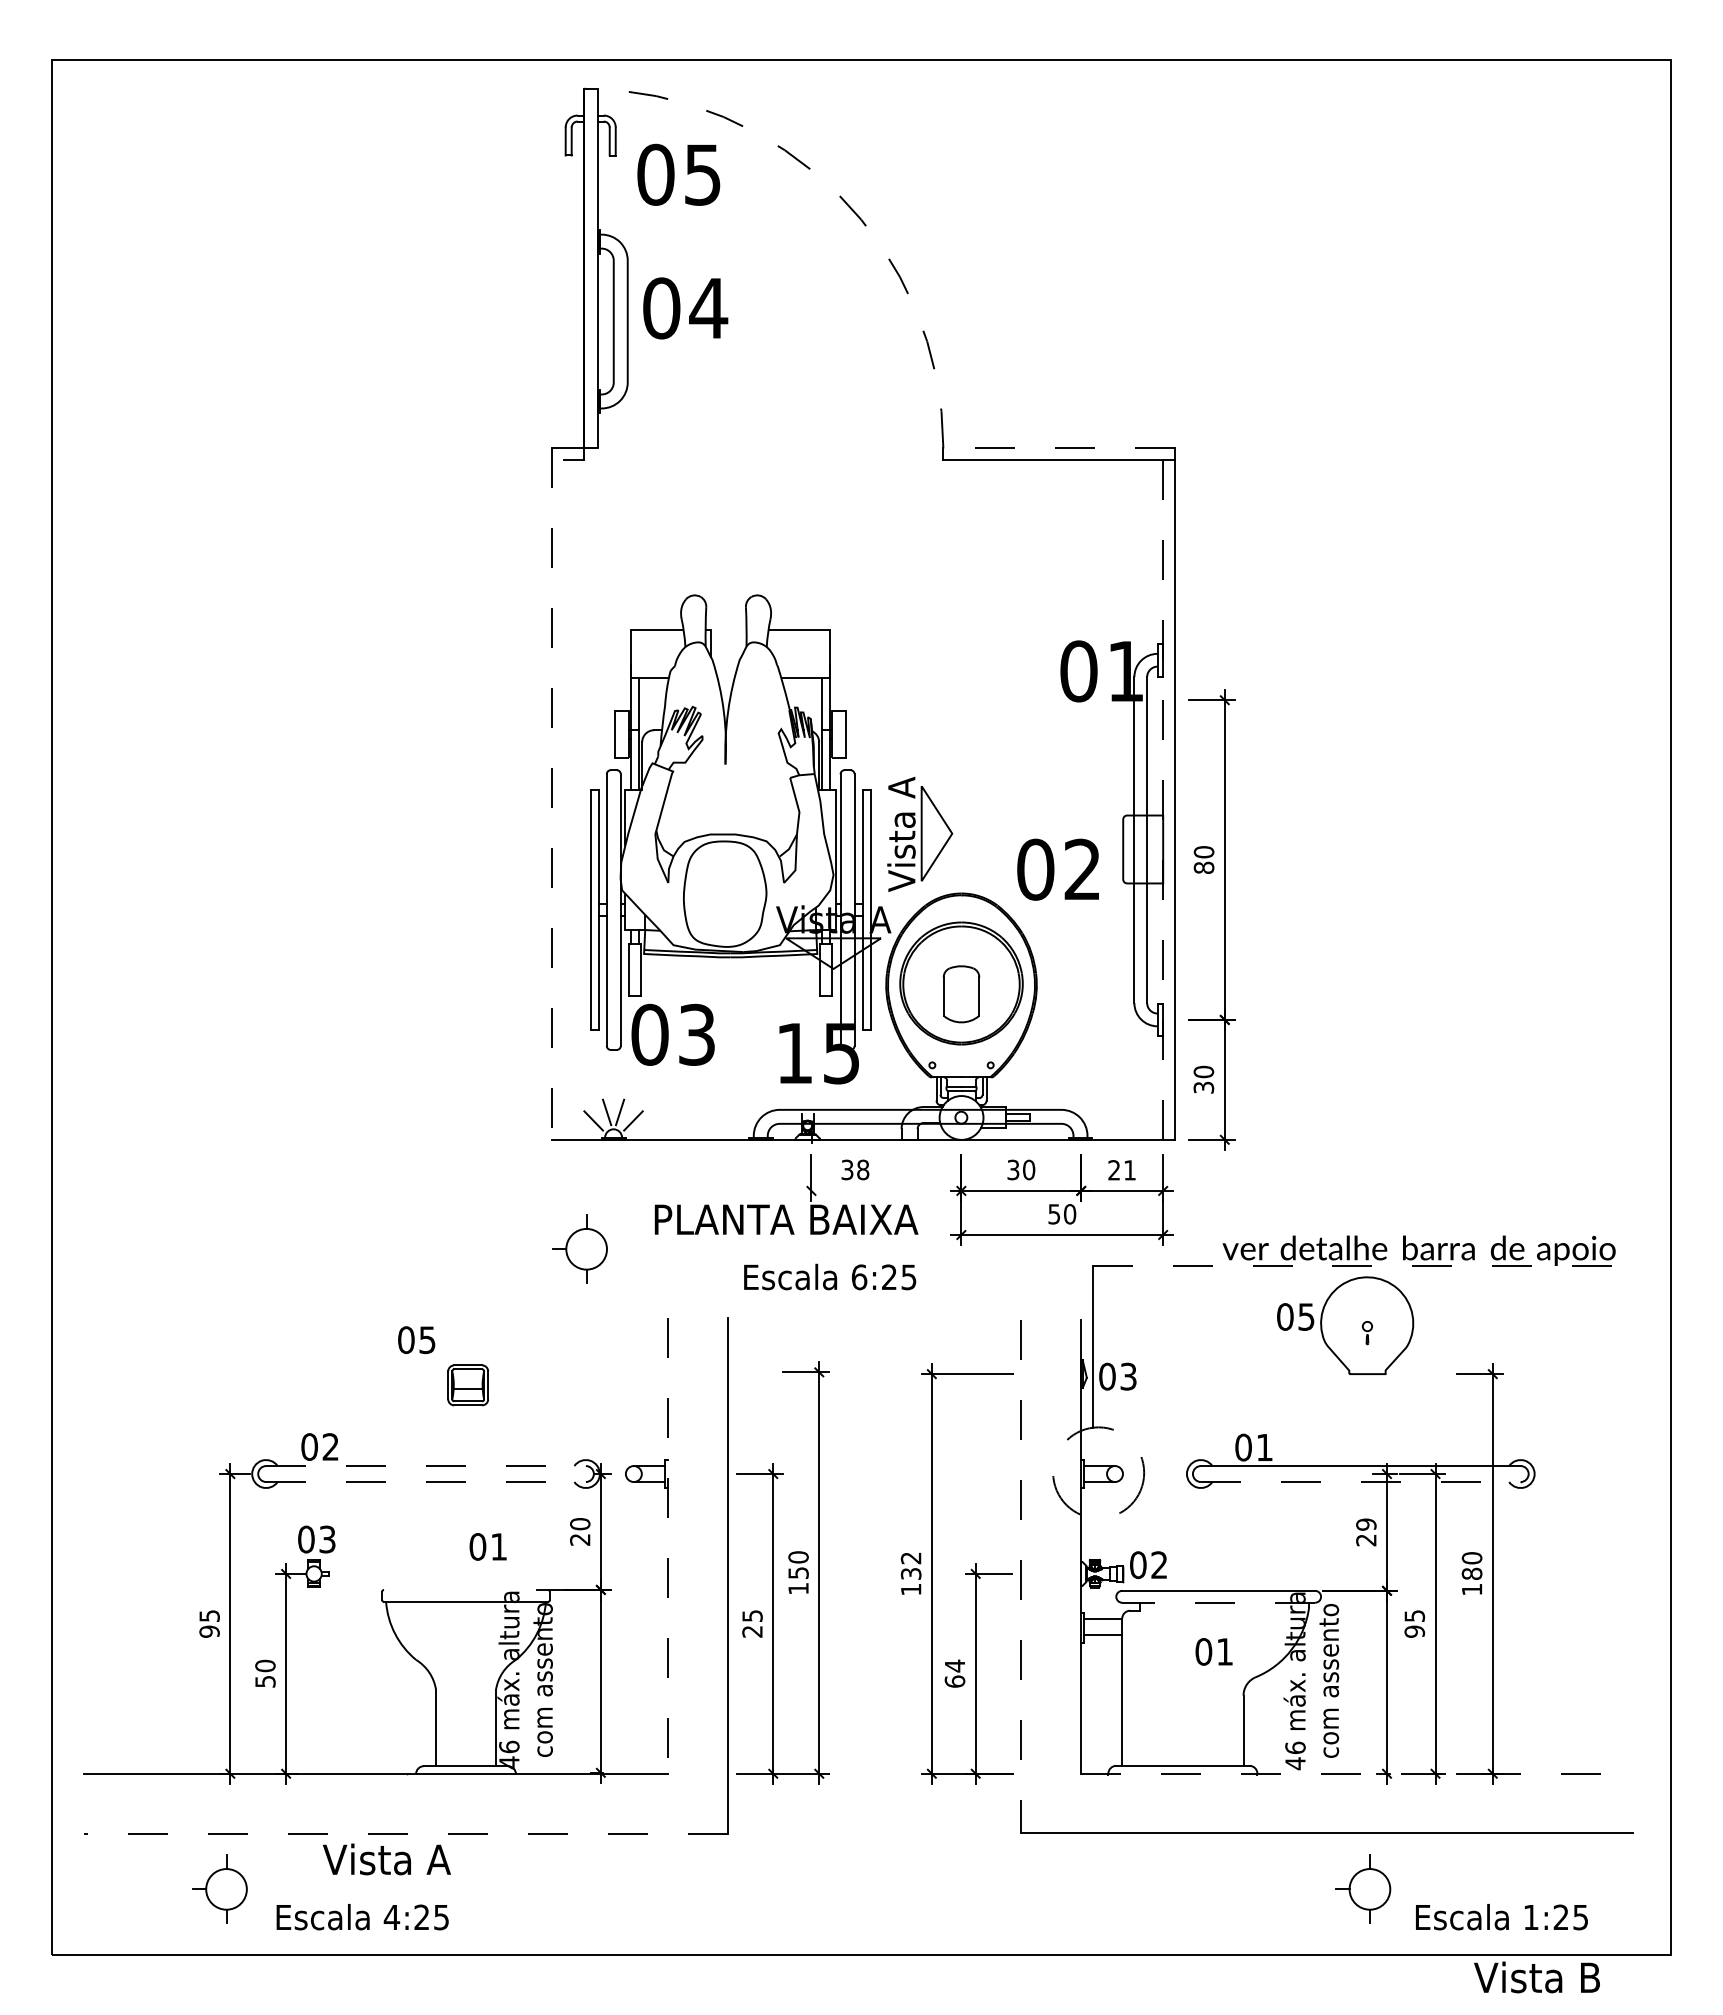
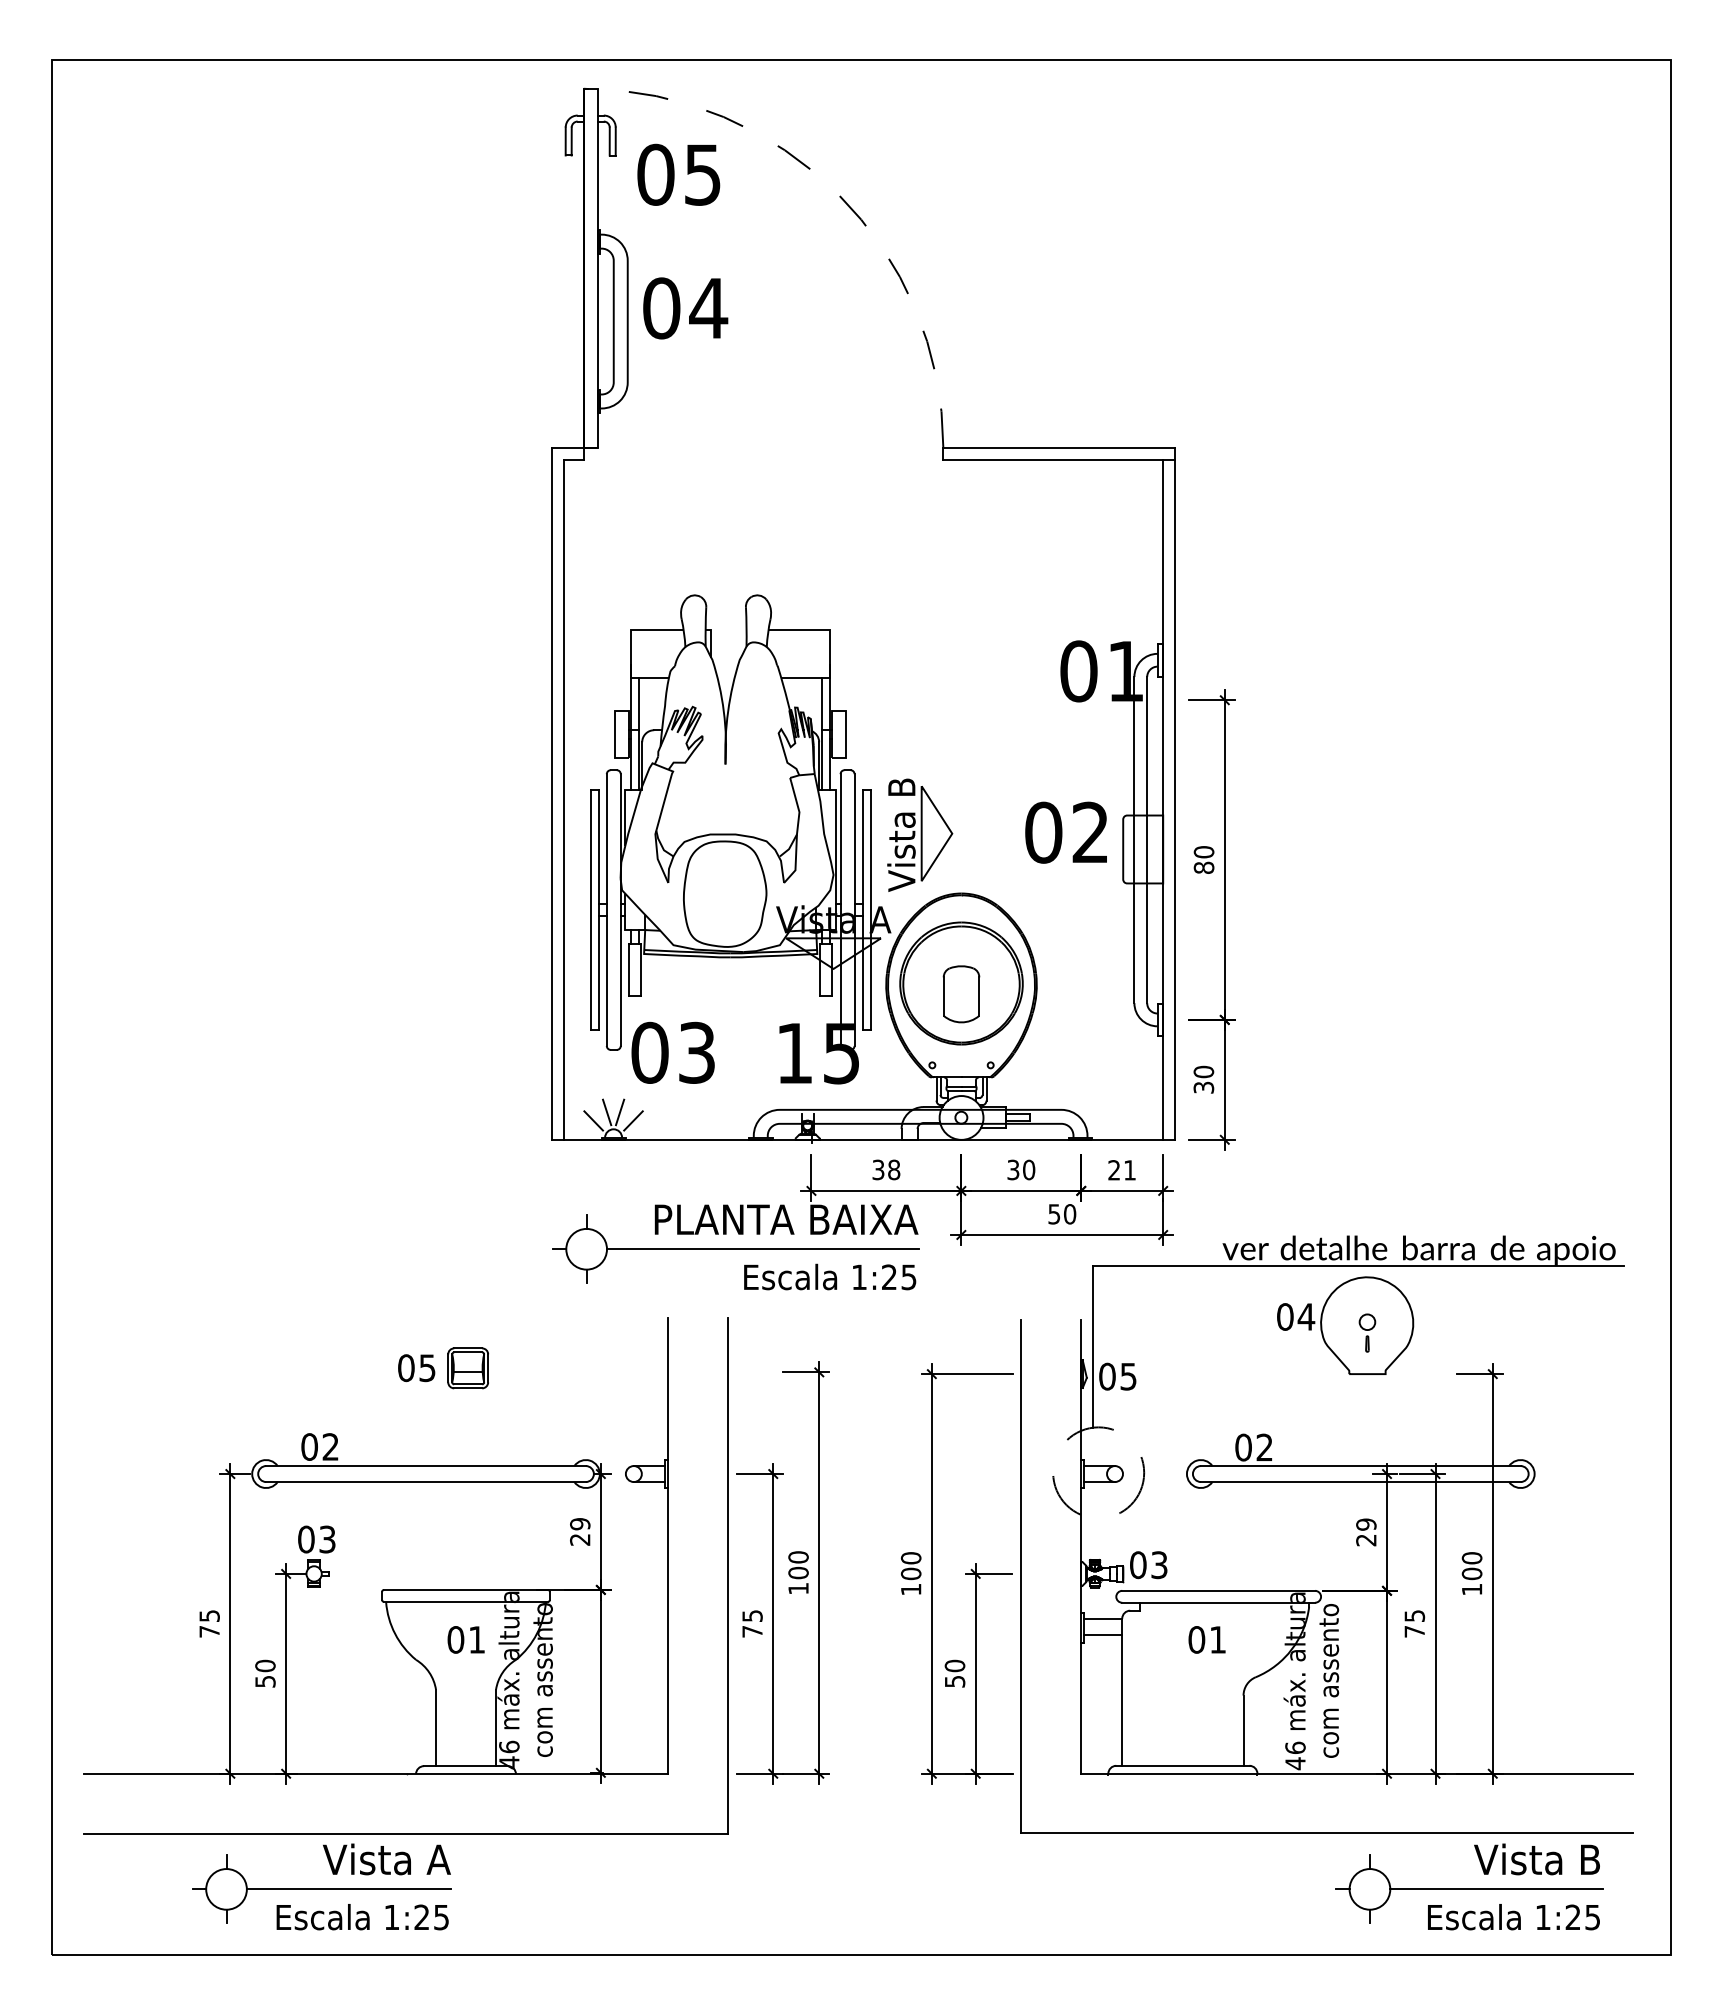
line at (1059, 448): dashed -> solid
text at (901, 787): Vista A -> Vista B
line at (551, 794): dashed -> solid
line at (563, 799): none -> present
line at (1163, 800): dashed -> solid
text at (1057, 869) position: (1057, 869) -> (1065, 832)
text at (672, 1034) position: (672, 1034) -> (672, 1052)
text at (855, 1169) position: (855, 1169) -> (886, 1169)
line at (886, 1190): none -> present
line at (762, 1249): none -> present
line at (1358, 1265): dashed -> solid
text at (859, 1277): 6:25 -> 1:25
text at (1306, 1316): 05 -> 04
part at (1366, 1333) size: 12x25 px -> 19x40 px
text at (416, 1340) position: (416, 1340) -> (416, 1368)
text at (1128, 1376): 03 -> 05
part at (467, 1385) position: (467, 1385) -> (467, 1368)
text at (1264, 1446): 01 -> 02
line at (426, 1466): dashed -> solid
line at (426, 1482): dashed -> solid
line at (1360, 1482): dashed -> solid
text at (580, 1524): 20 -> 29
line at (667, 1545): dashed -> solid
text at (487, 1546) position: (487, 1546) -> (465, 1639)
text at (1159, 1565): 02 -> 03
text at (910, 1566): 132 -> 100
text at (798, 1572): 150 -> 100
text at (1472, 1573): 180 -> 100
line at (1021, 1576): dashed -> solid
line at (465, 1589): none -> present
line at (1218, 1602): dashed -> solid
text at (209, 1631): 95 -> 75
text at (752, 1631): 25 -> 75
text at (1414, 1631): 95 -> 75
text at (1213, 1651) position: (1213, 1651) -> (1206, 1639)
text at (954, 1673): 64 -> 50
line at (1357, 1773): dashed -> solid
line at (405, 1833): dashed -> solid
line at (348, 1889): none -> present
line at (1496, 1889): none -> present
text at (391, 1917): 4:25 -> 1:25
text at (1501, 1917) position: (1501, 1917) -> (1513, 1917)
text at (1536, 1977) position: (1536, 1977) -> (1536, 1859)
